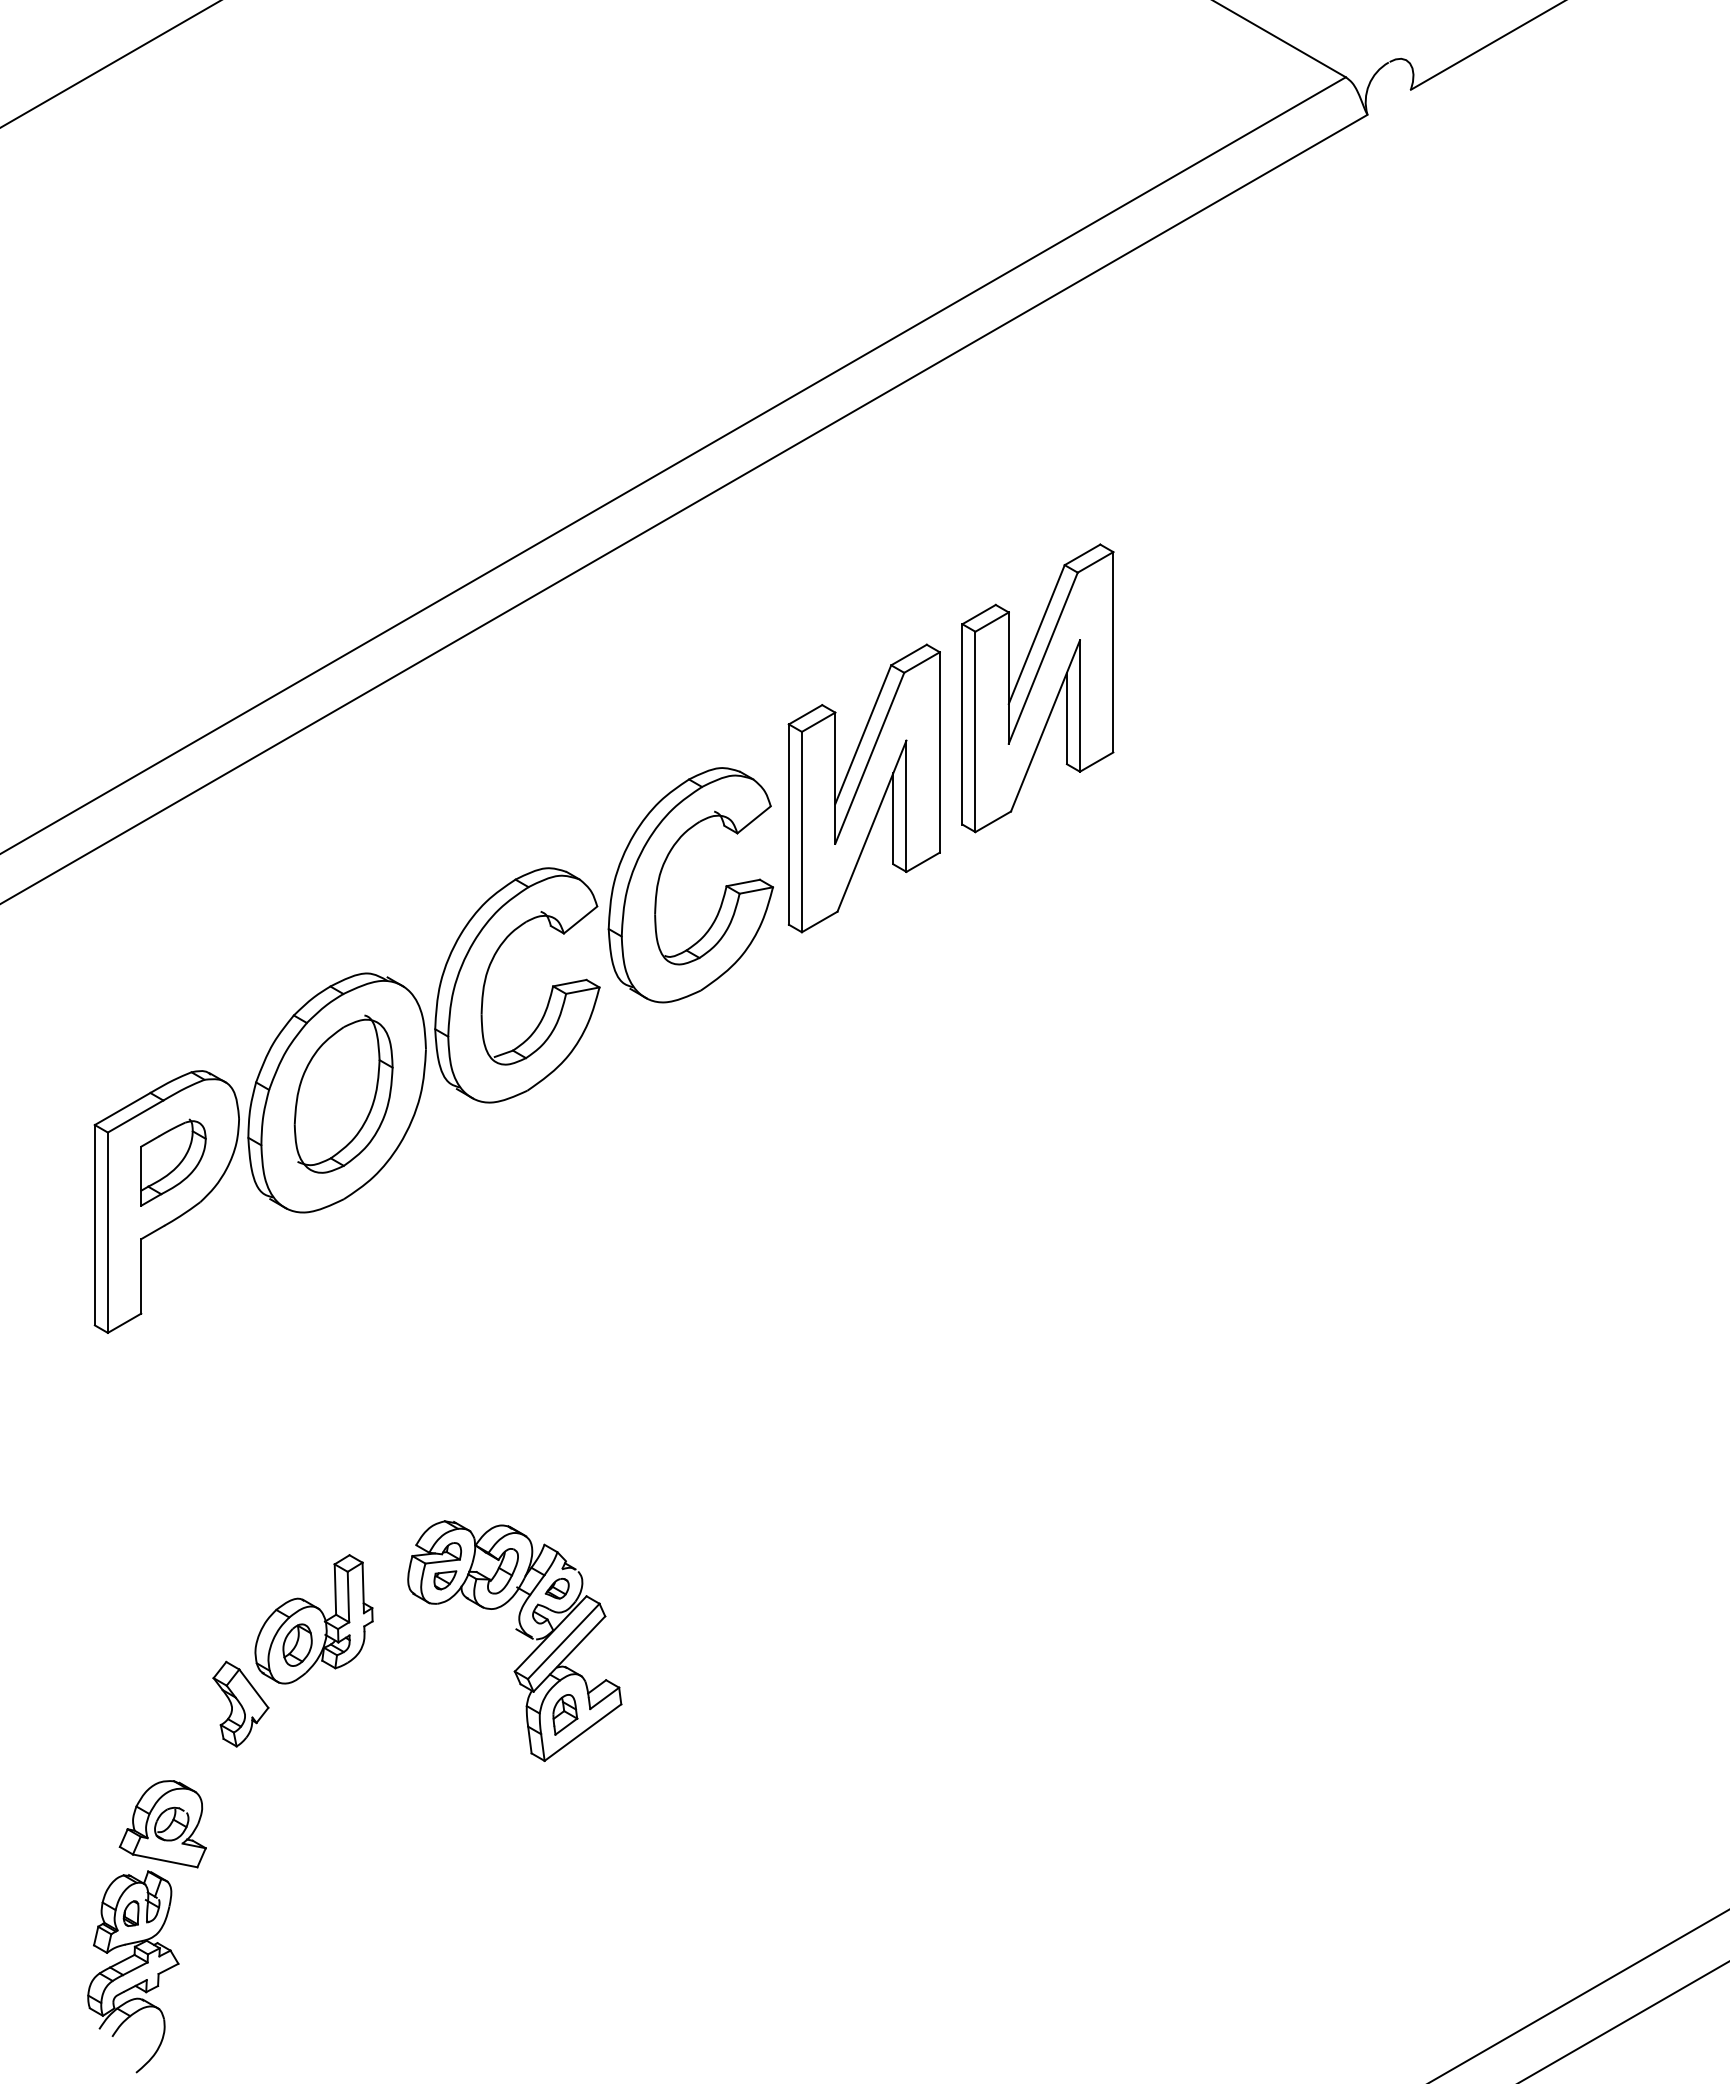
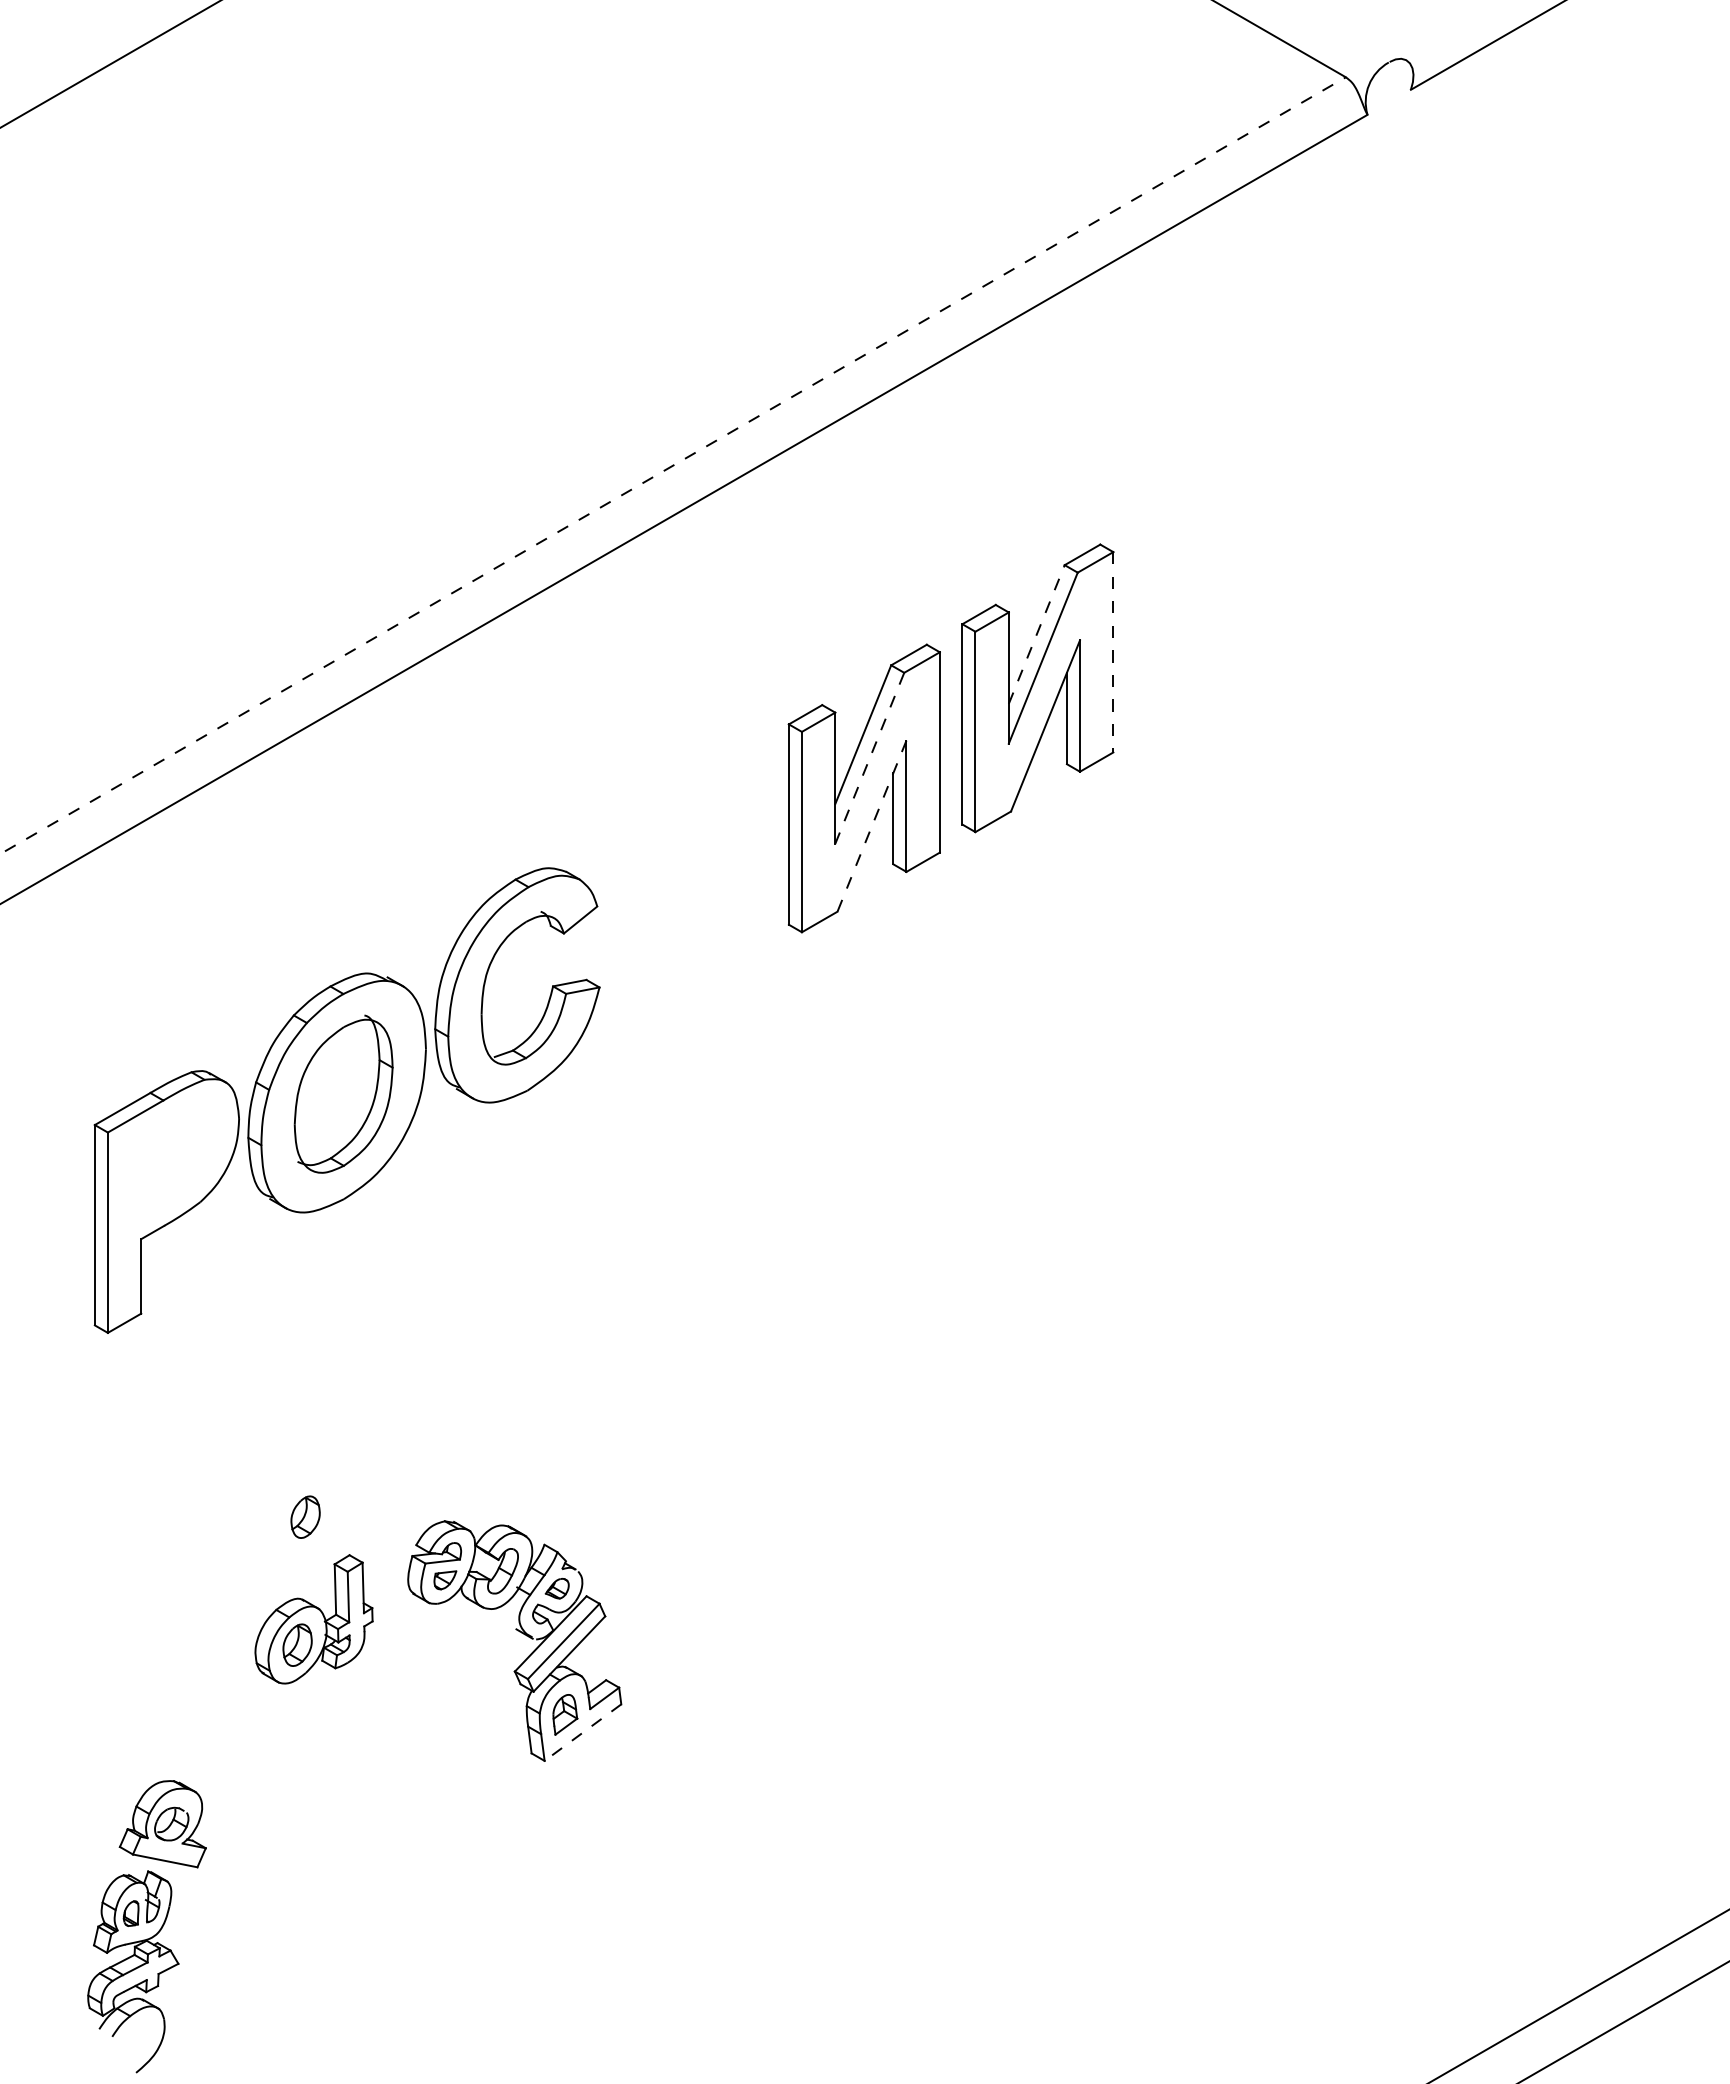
line at (673, 465): solid -> dashed
line at (1036, 634): solid -> dashed
line at (1113, 652): solid -> dashed
line at (869, 757): solid -> dashed
line at (871, 826): solid -> dashed
part at (660, 877): present -> none
part at (173, 1162): present -> none
part at (305, 1516): none -> present
part at (240, 1703): present -> none
line at (582, 1732): solid -> dashed
